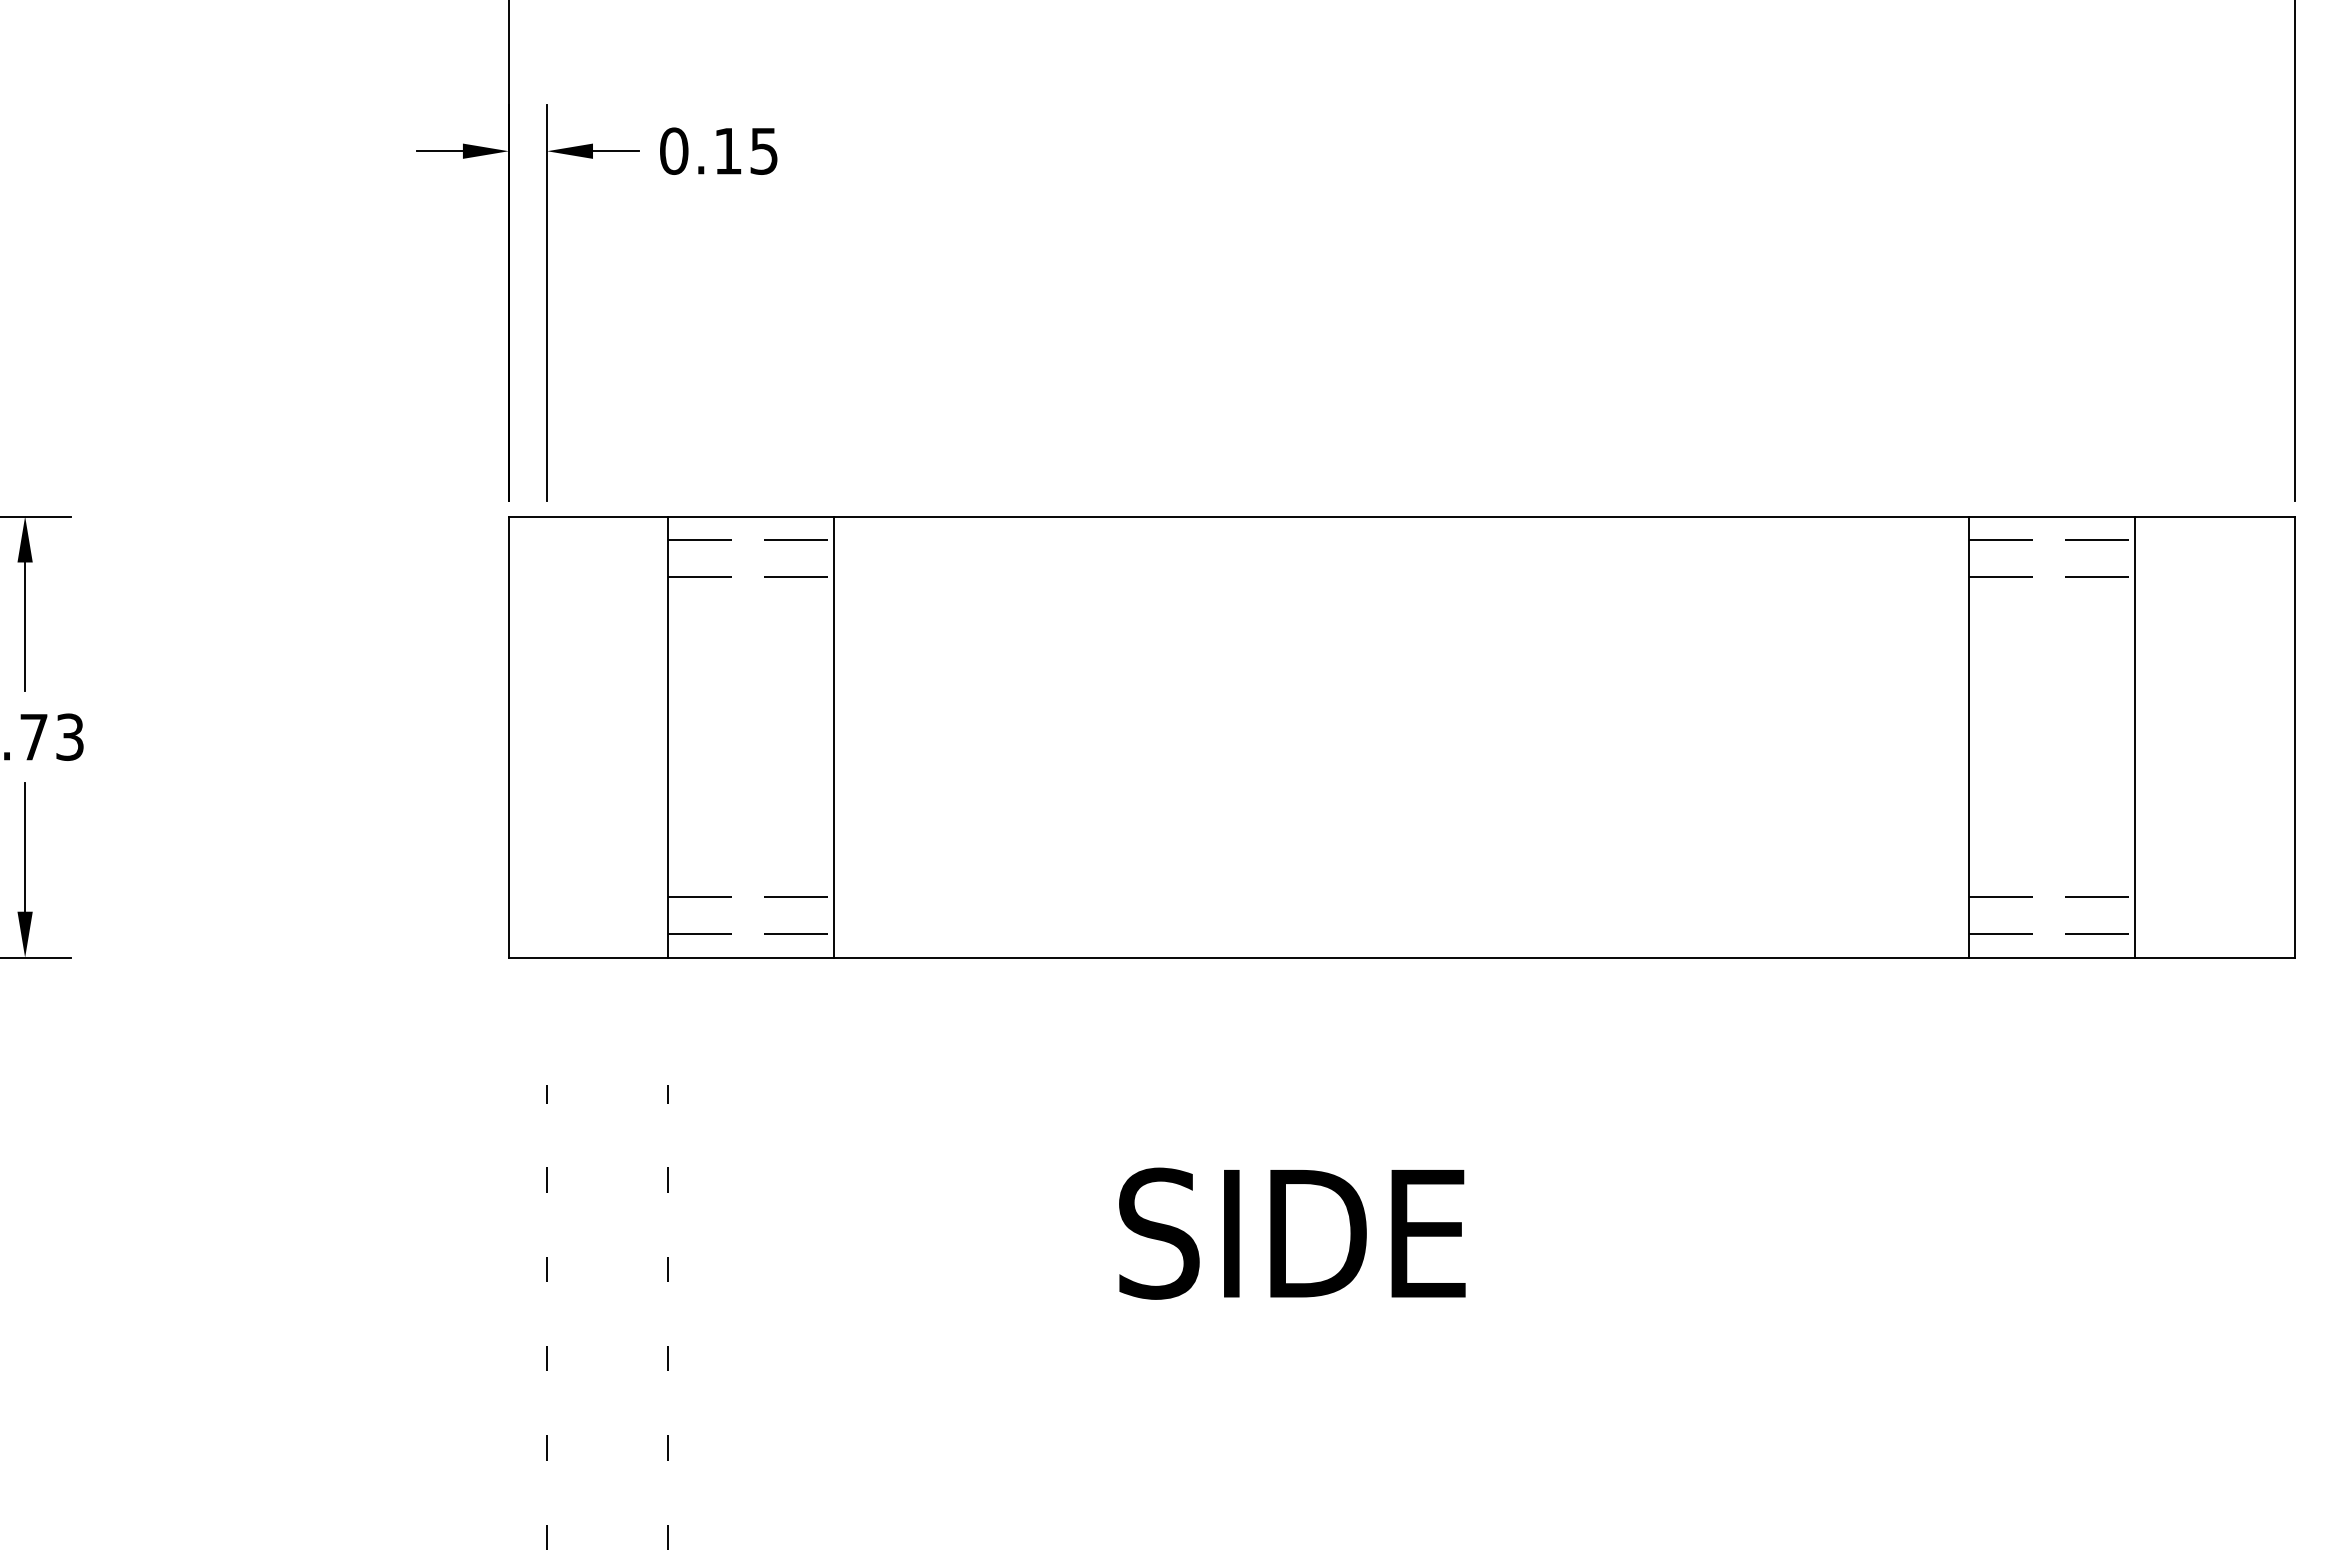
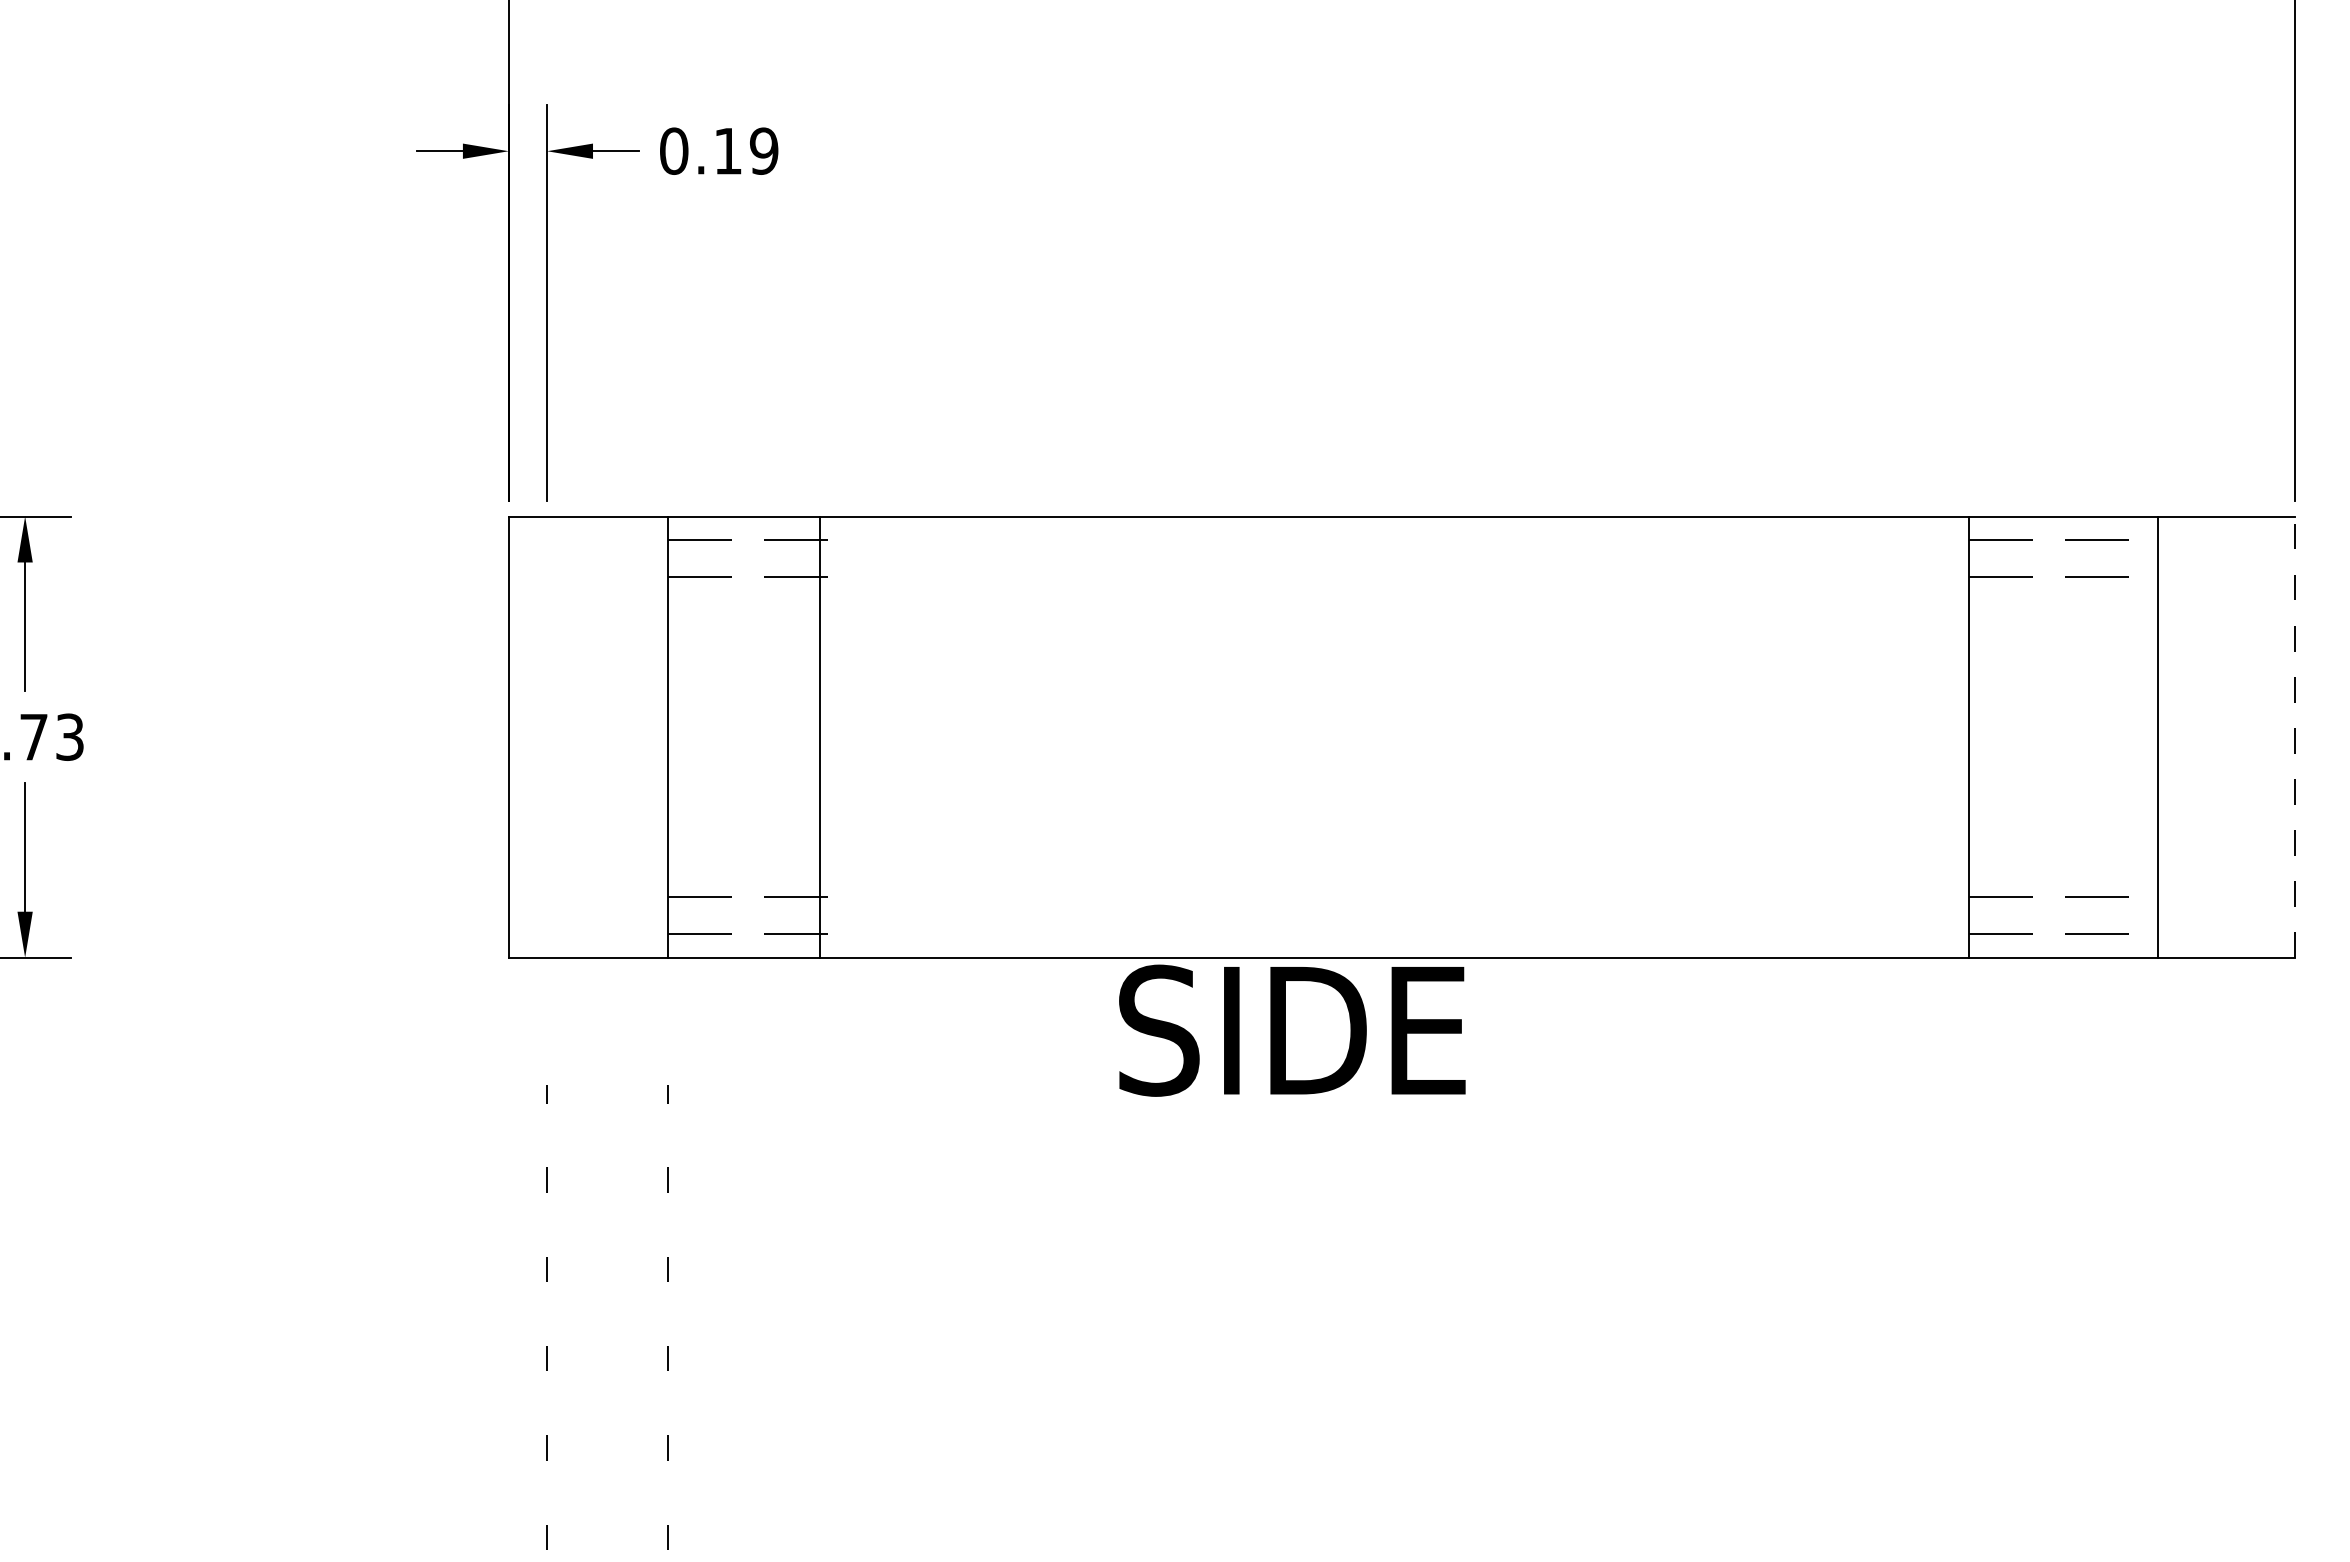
text at (764, 150): 0.15 -> 0.19
line at (834, 736) position: (834, 736) -> (820, 736)
line at (2135, 736) position: (2135, 736) -> (2158, 736)
line at (2294, 737): solid -> dashed
text at (1292, 1233) position: (1292, 1233) -> (1292, 1030)
